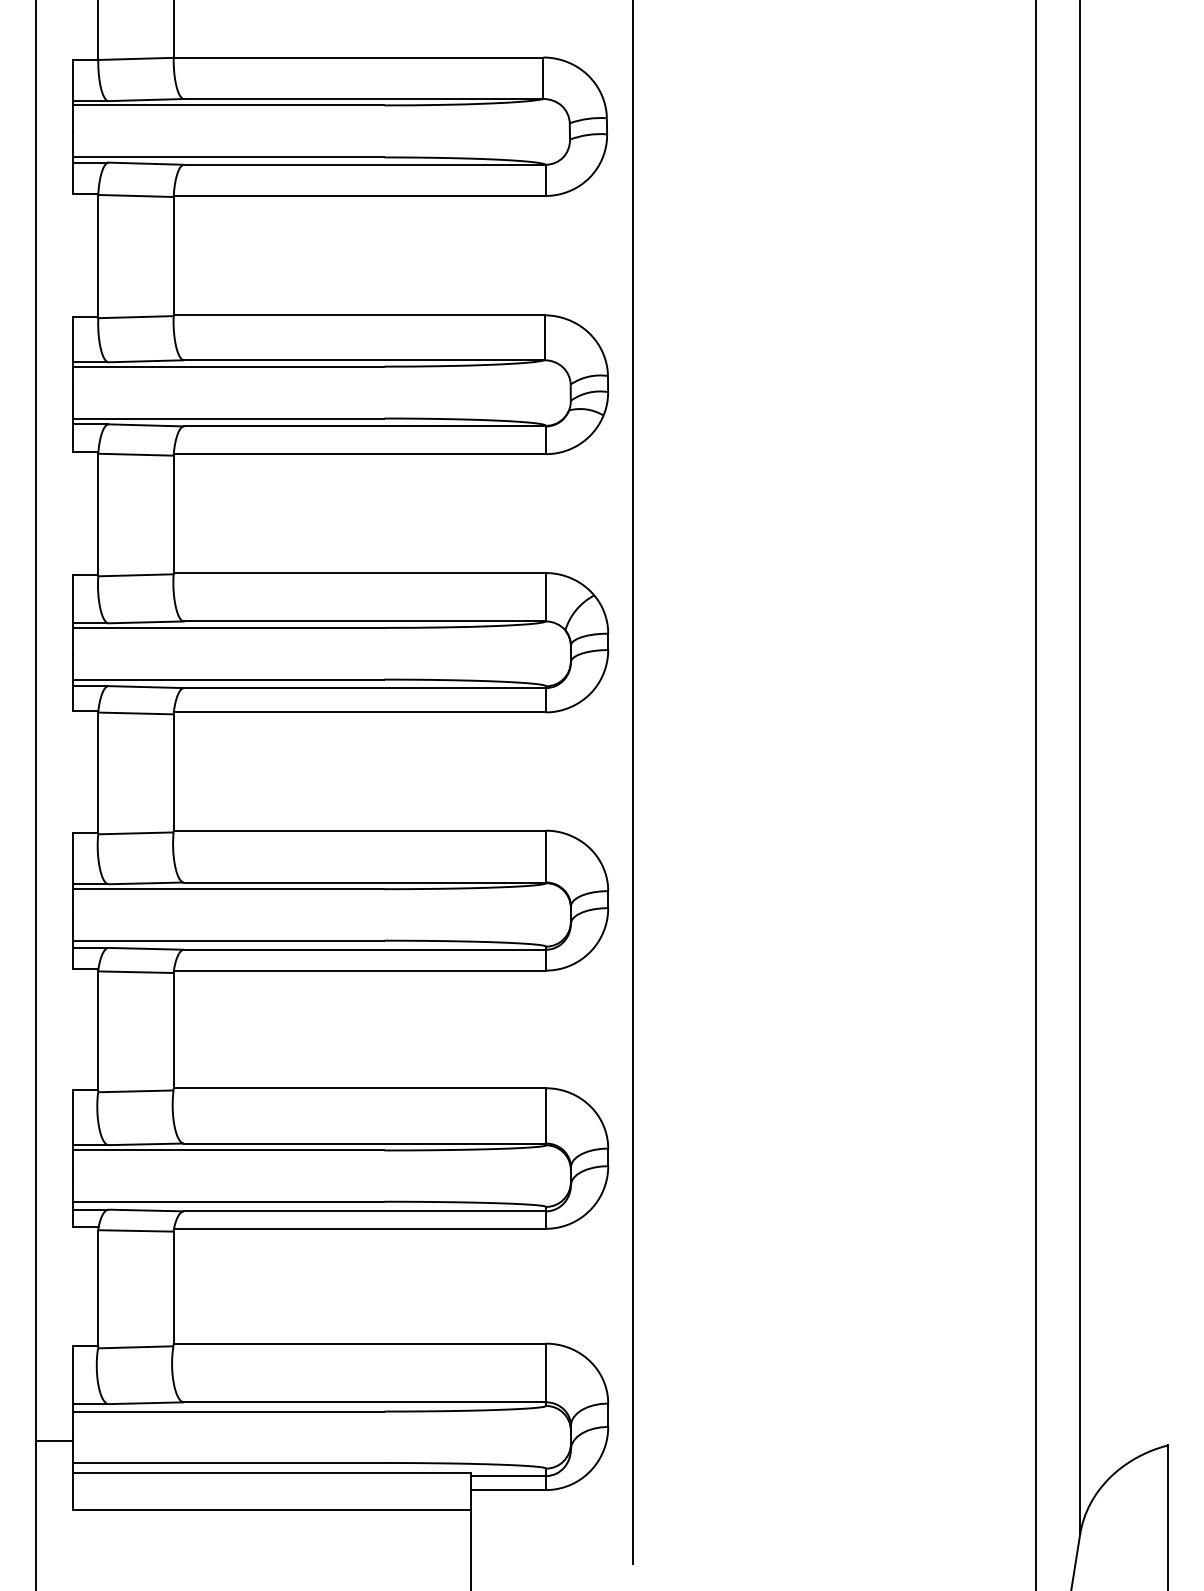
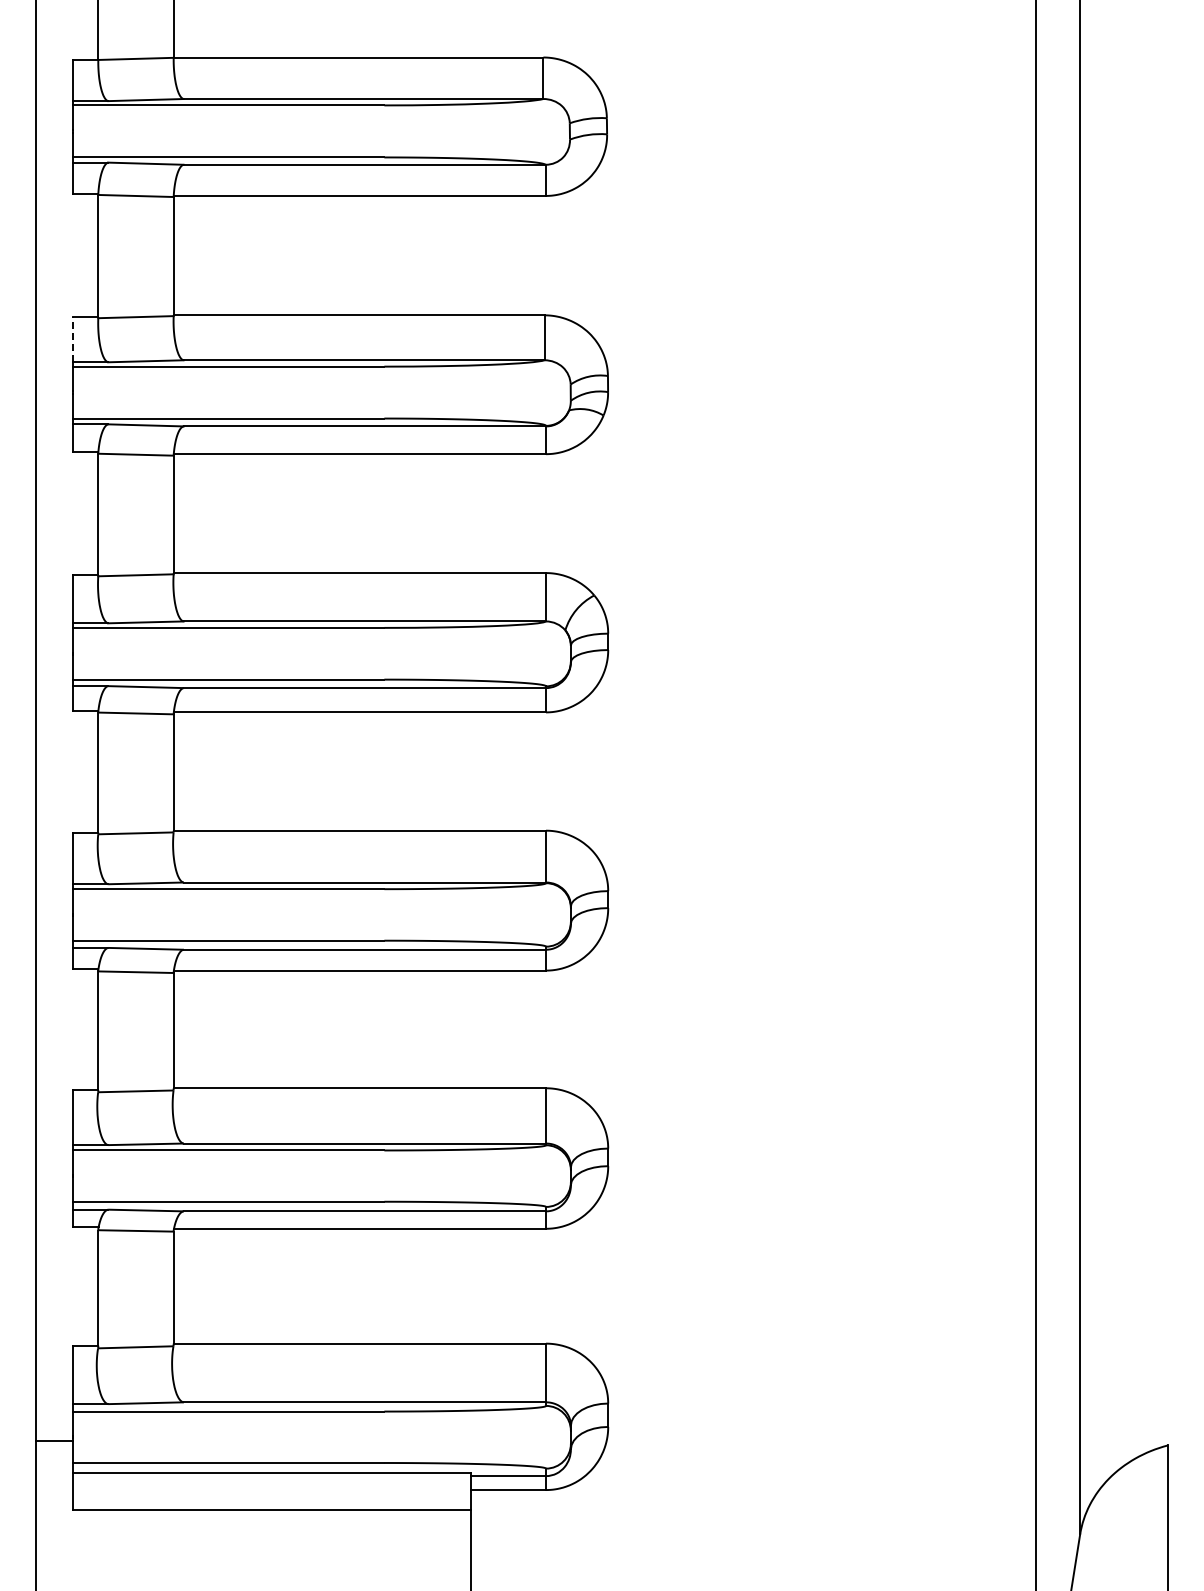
line at (73, 339): solid -> dashed
line at (633, 782): present -> none
